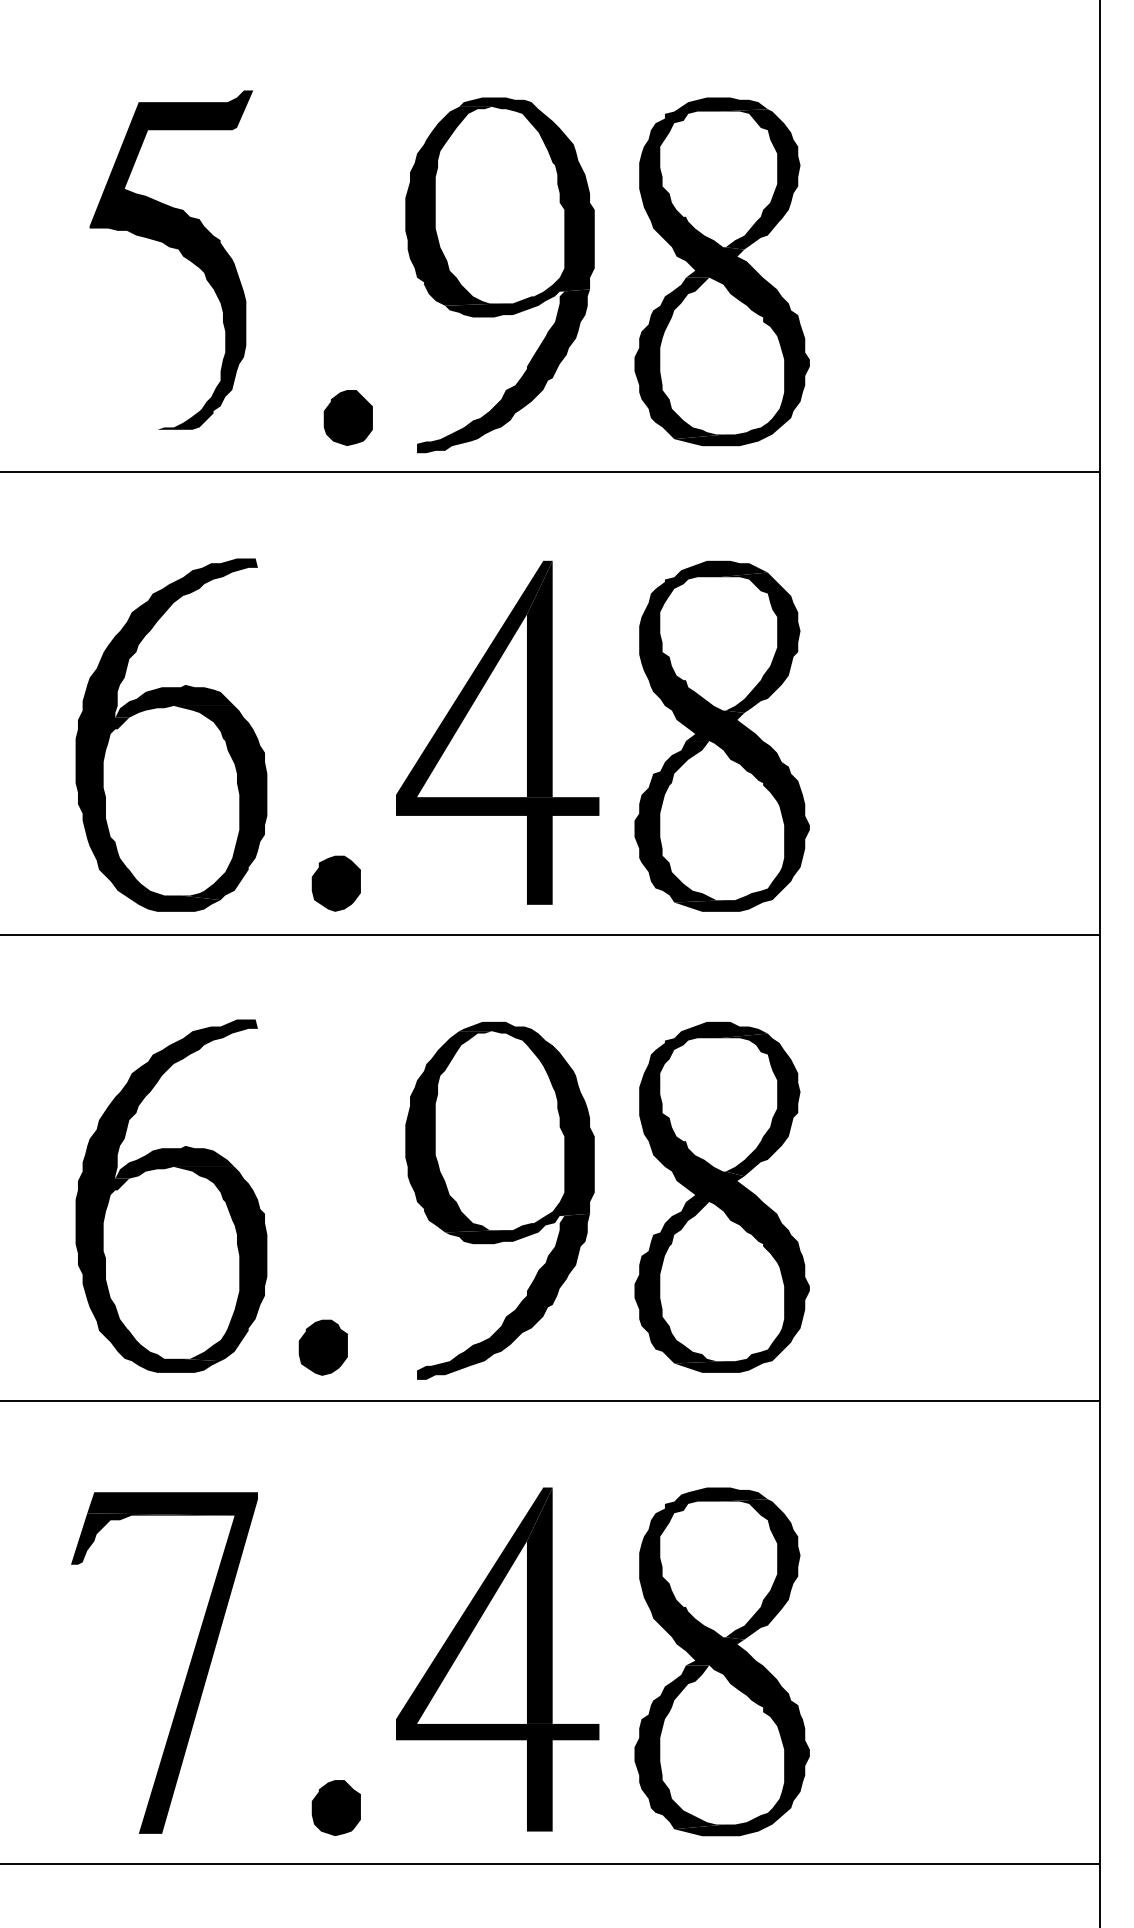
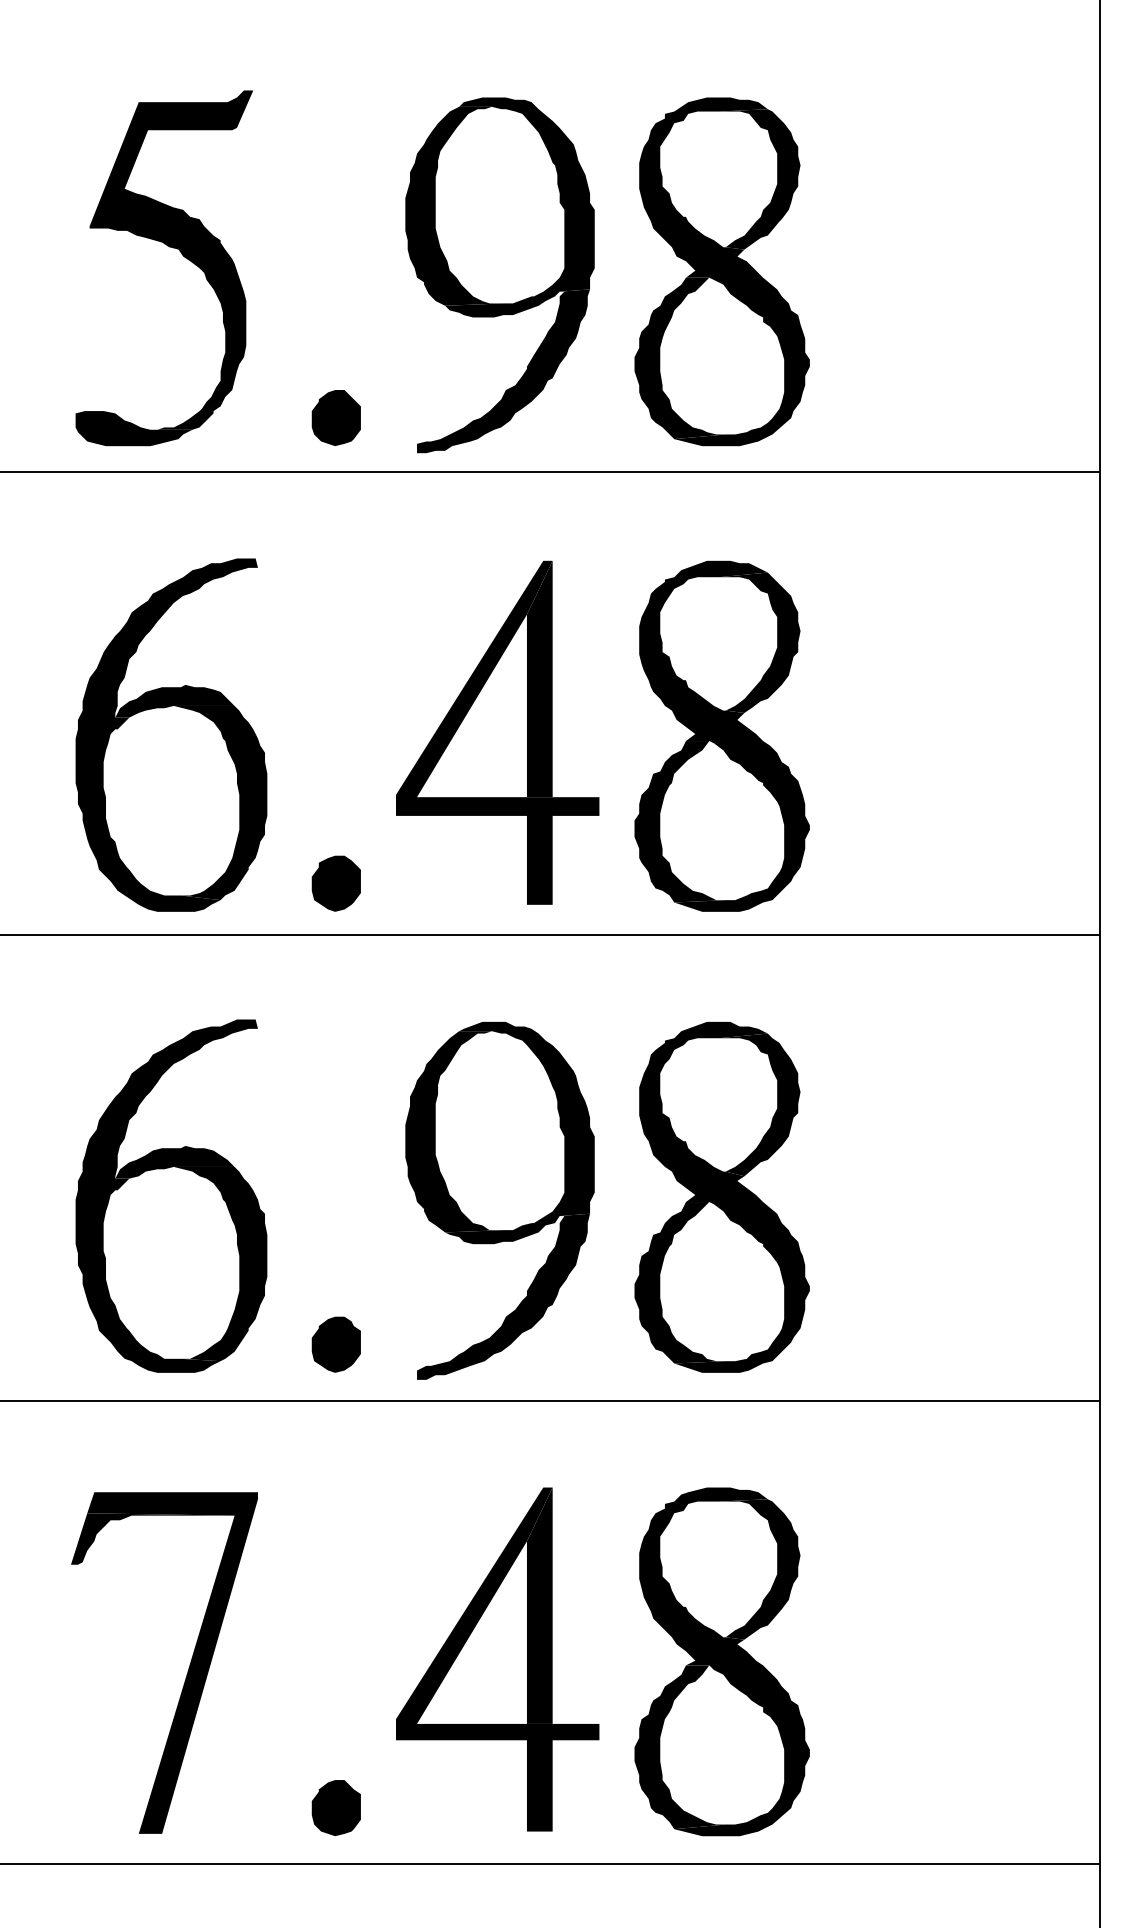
part at (347, 417) position: (347, 417) -> (335, 417)
fill at (133, 428): none -> present
part at (322, 1347) position: (322, 1347) -> (335, 1344)
